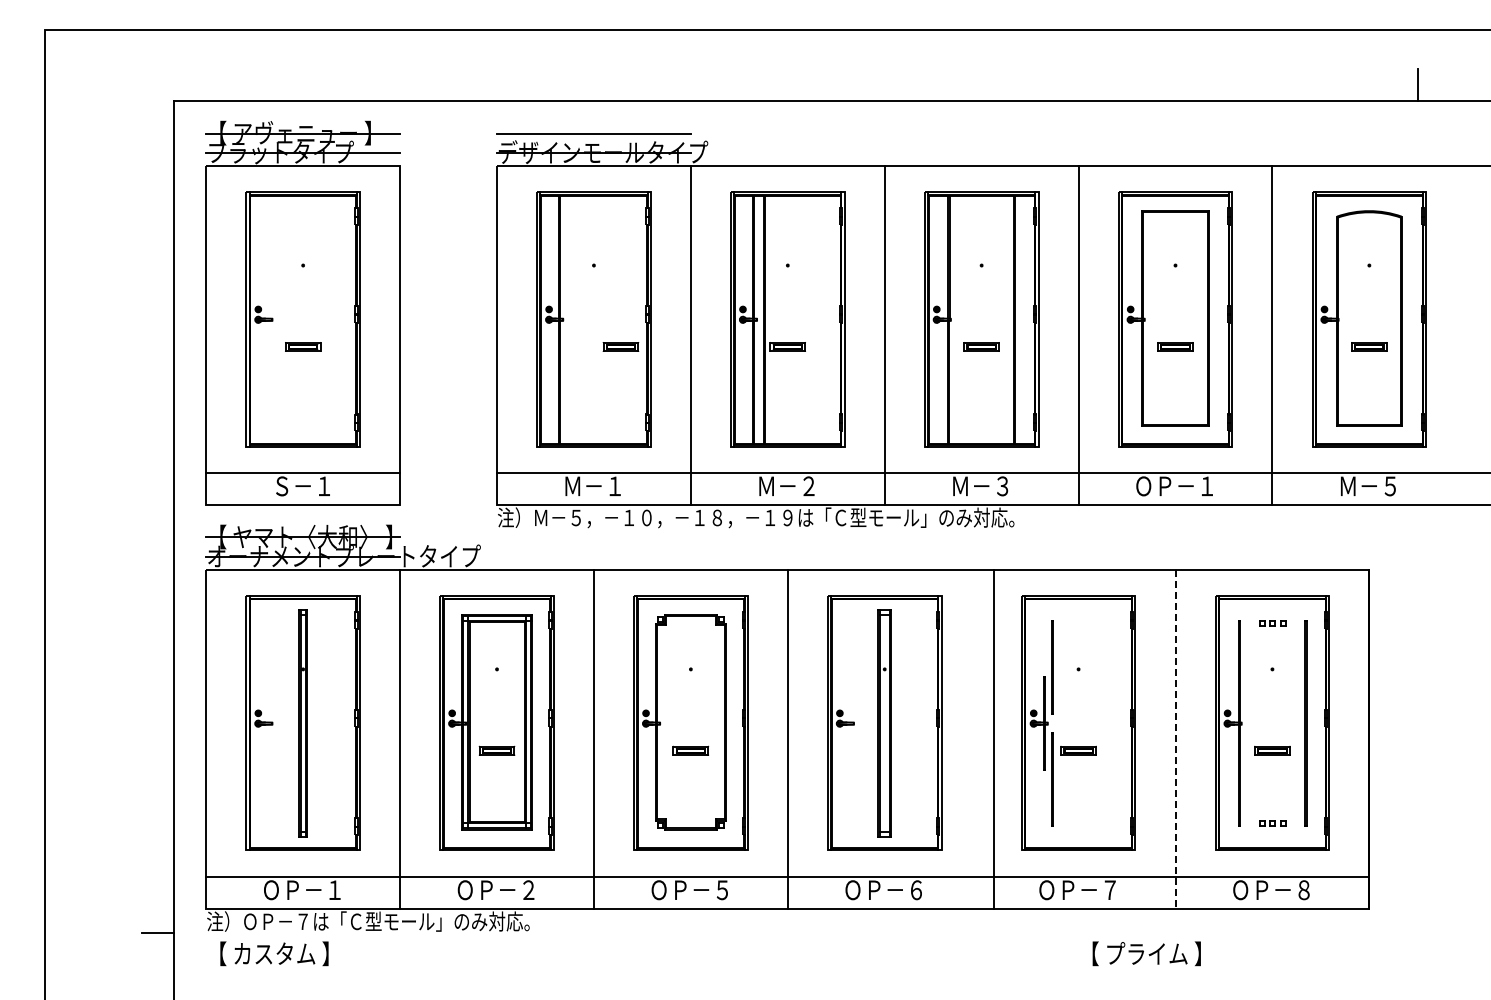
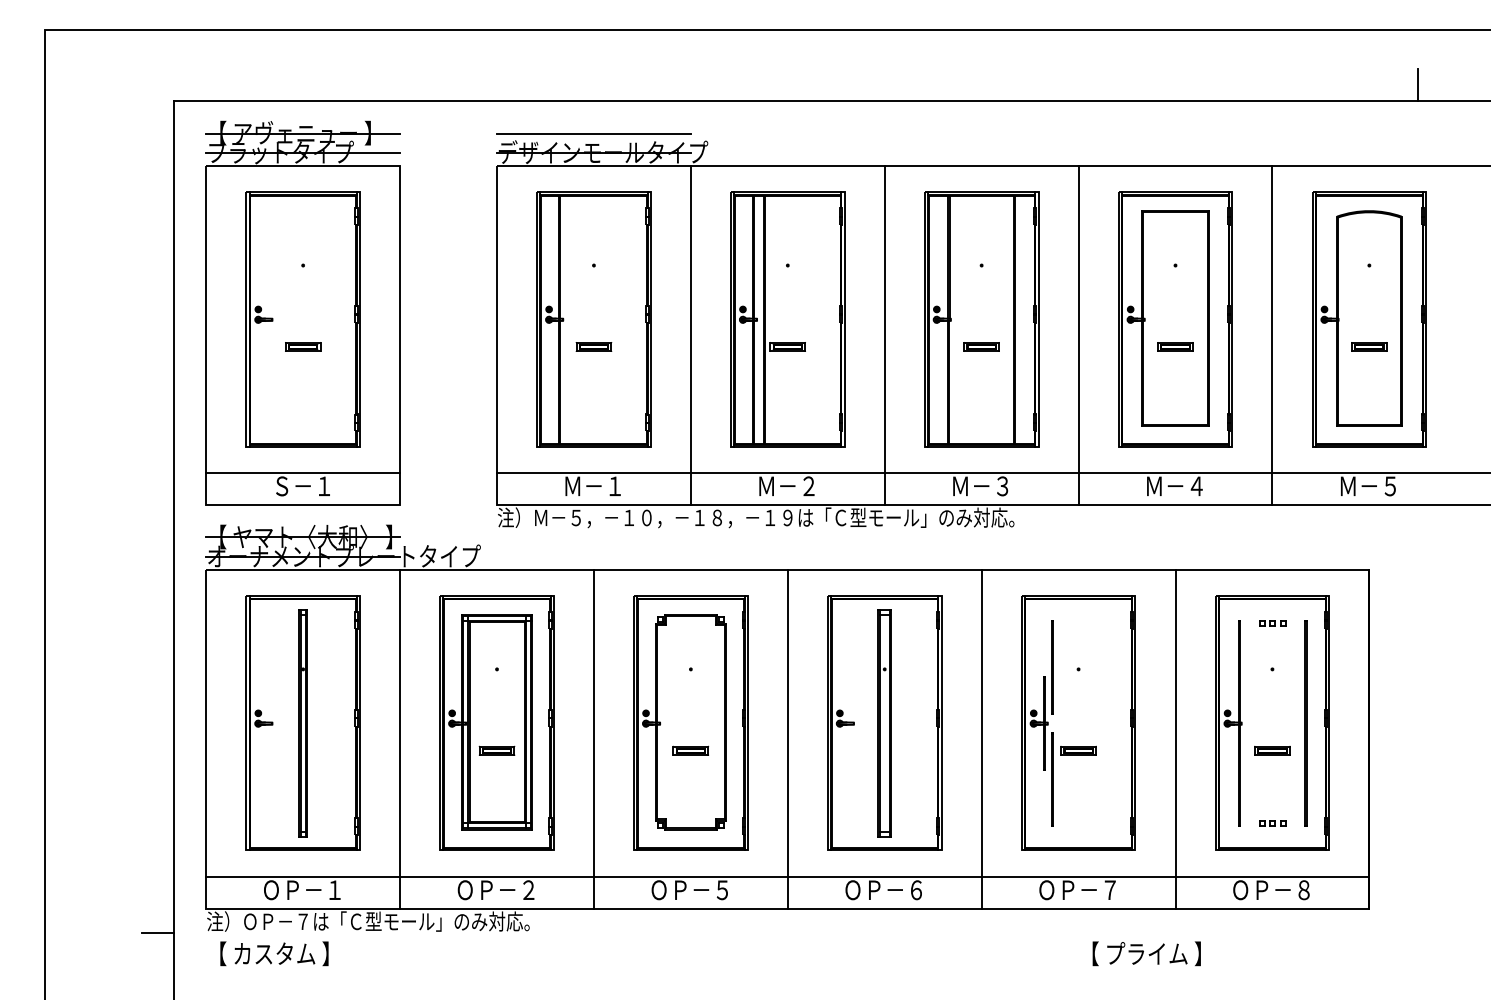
part at (620, 346) position: (620, 346) -> (593, 346)
text at (1174, 486): ＯＰ－１ -> Ｍ－４
line at (993, 738) position: (993, 738) -> (981, 738)
line at (1175, 739): dashed -> solid
